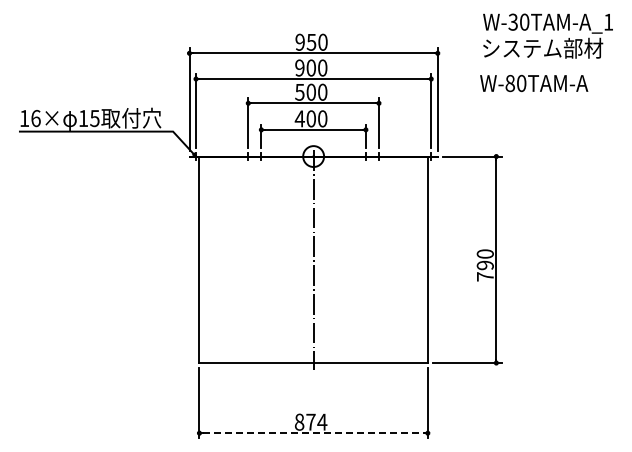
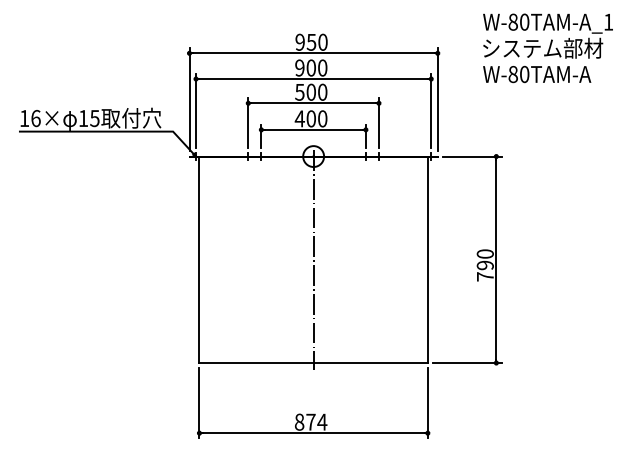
text at (512, 21): W-30TAM-A_1 -> W-80TAM-A_1
text at (534, 83) position: (534, 83) -> (537, 74)
line at (314, 433): dashed -> solid
